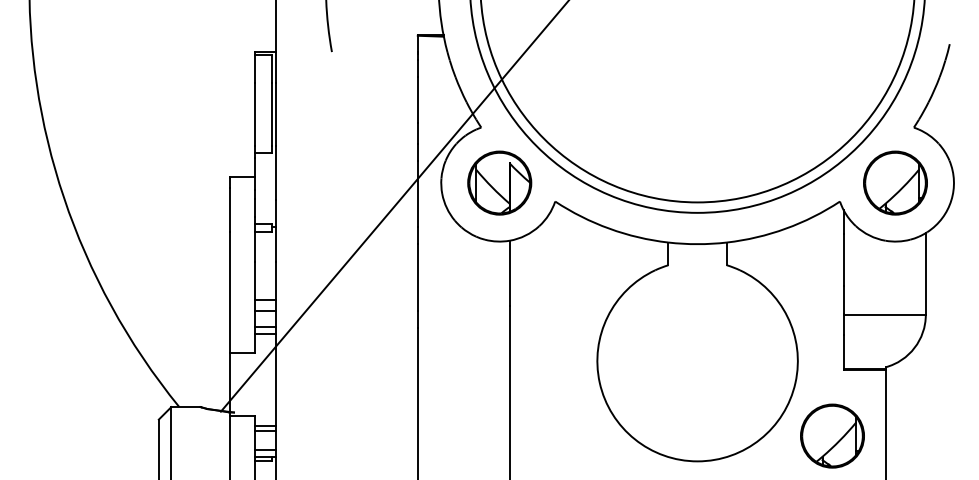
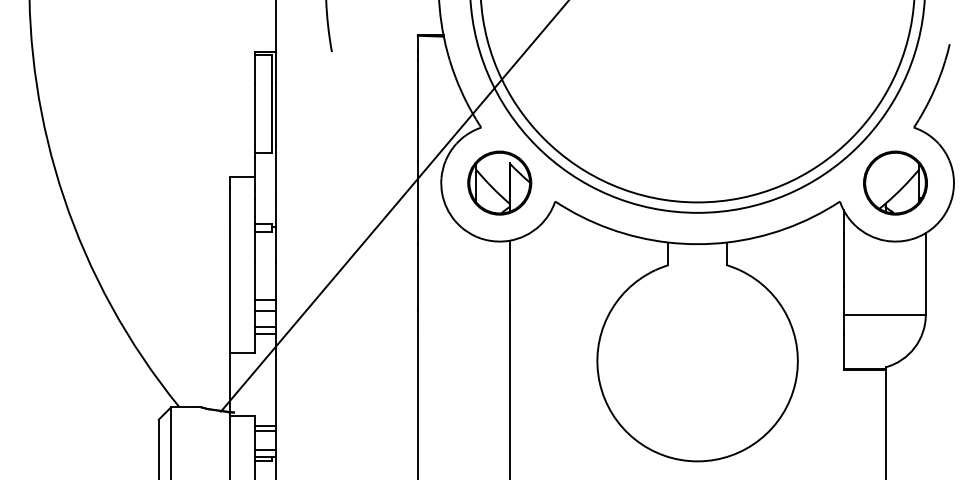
part at (832, 435): present -> none
